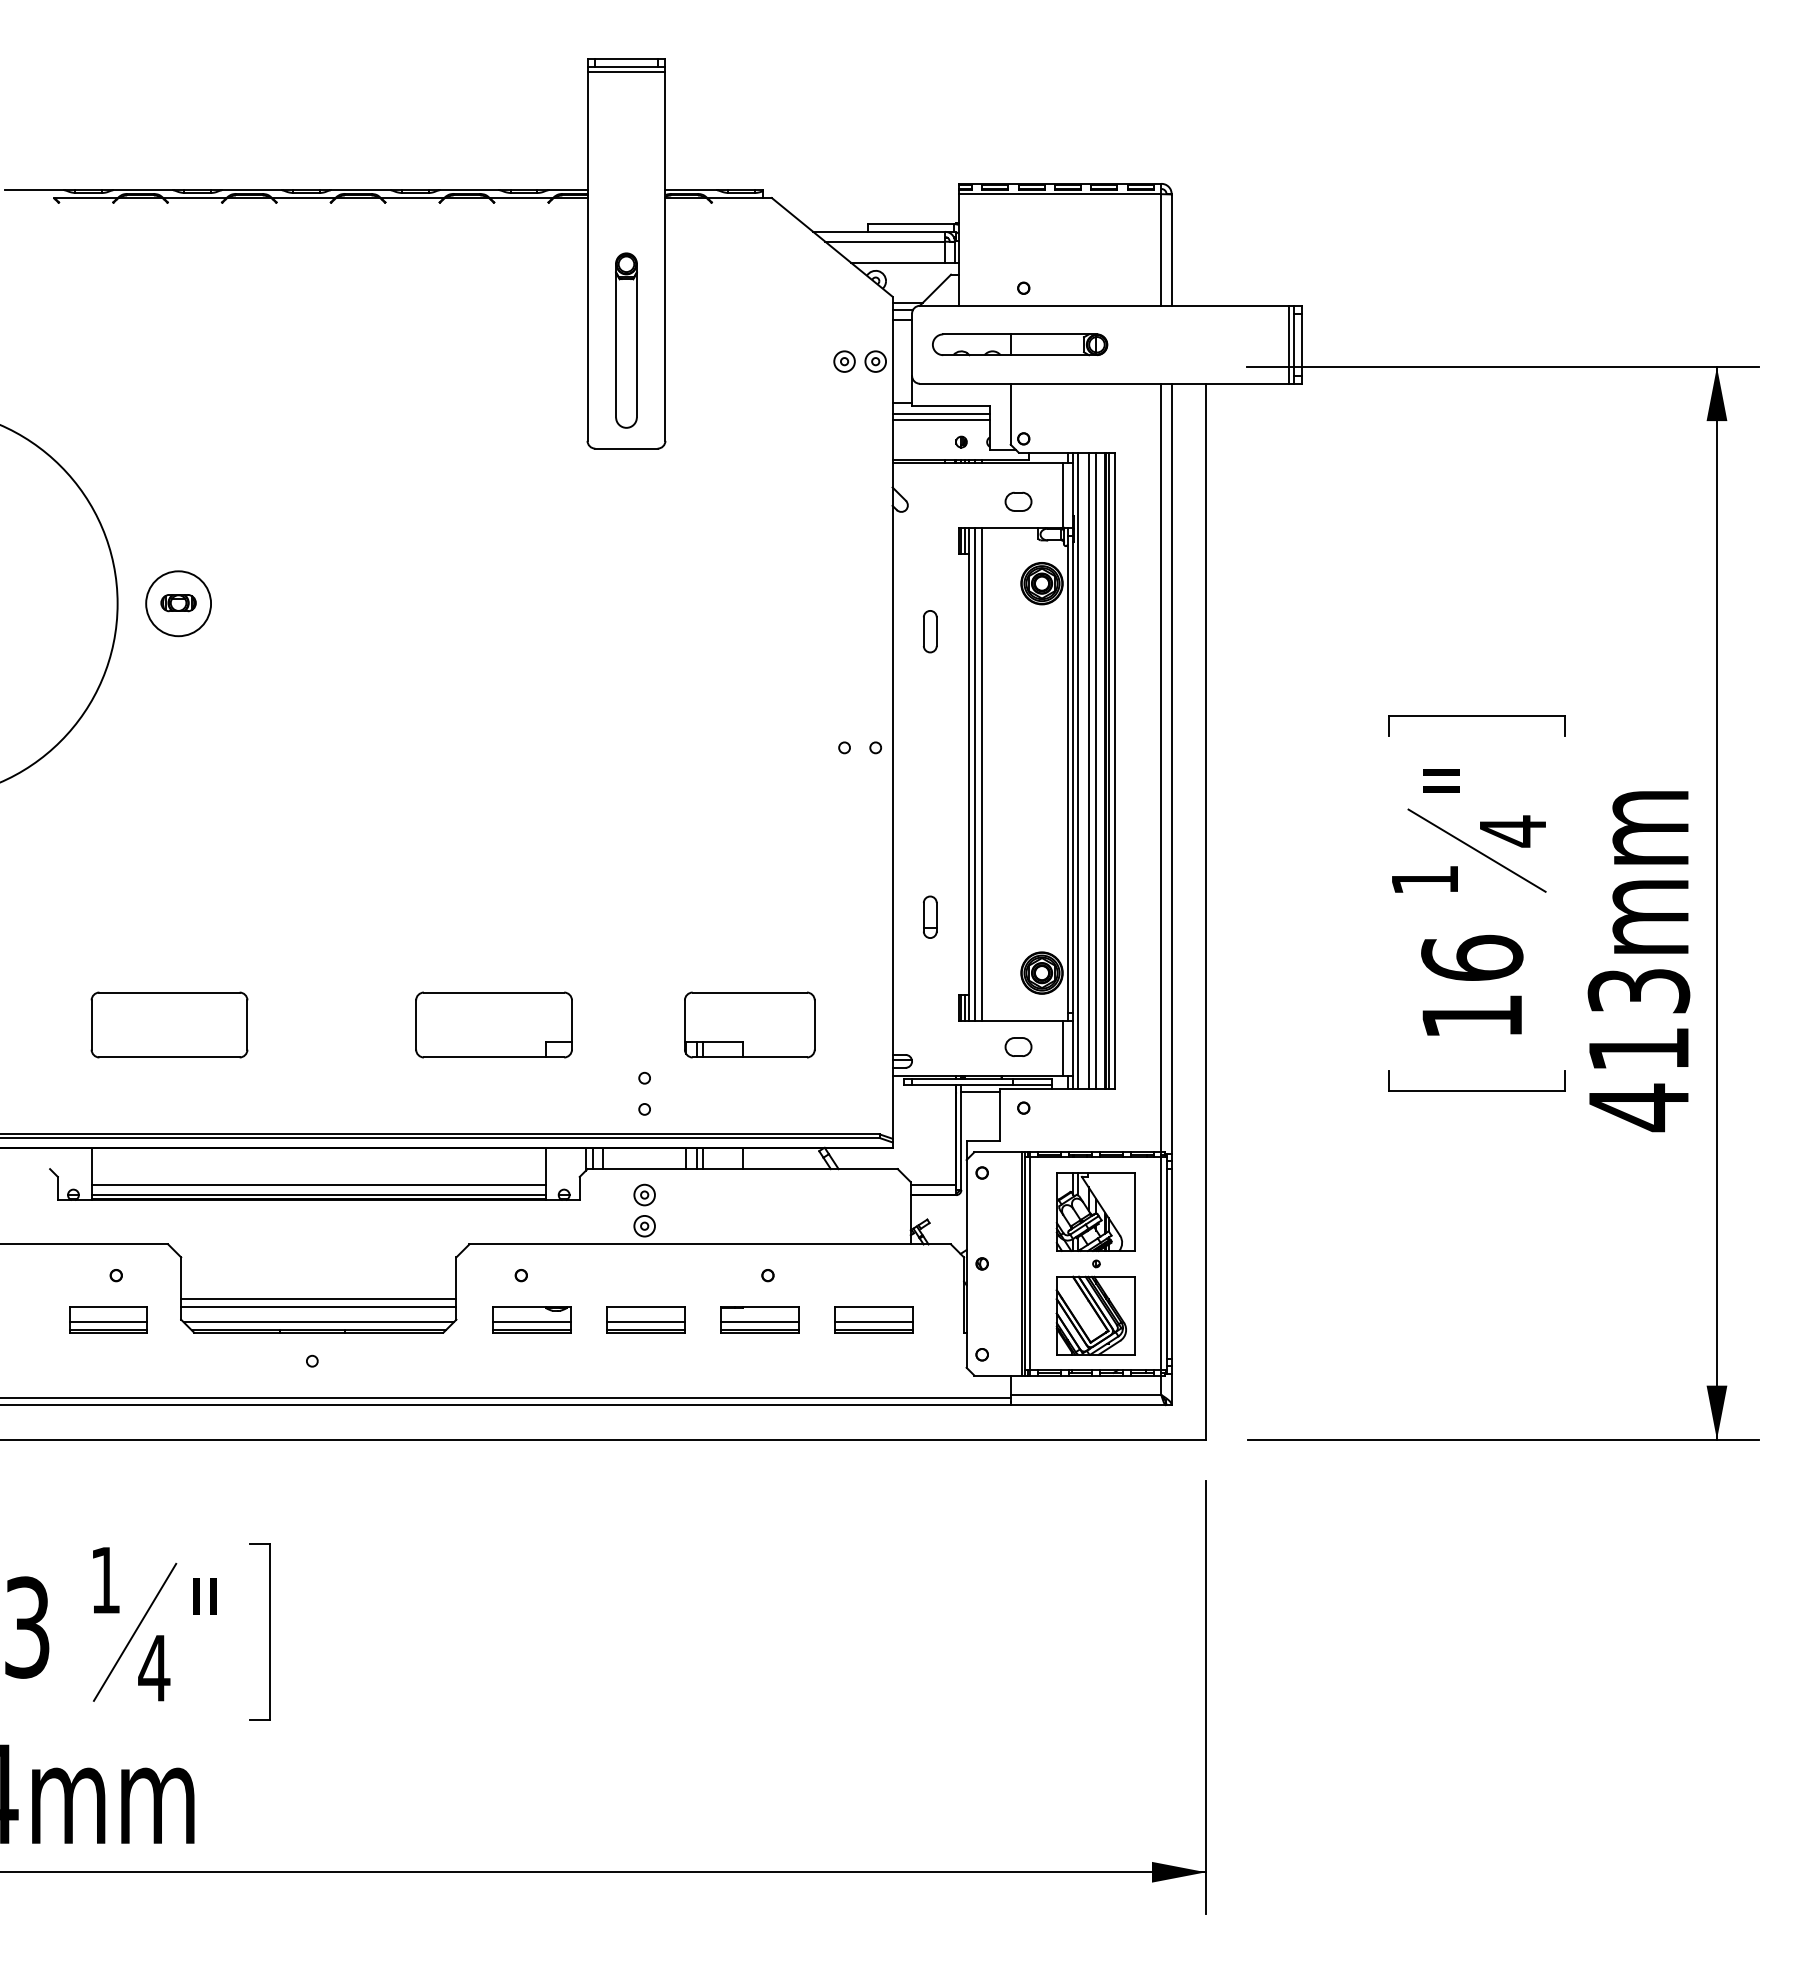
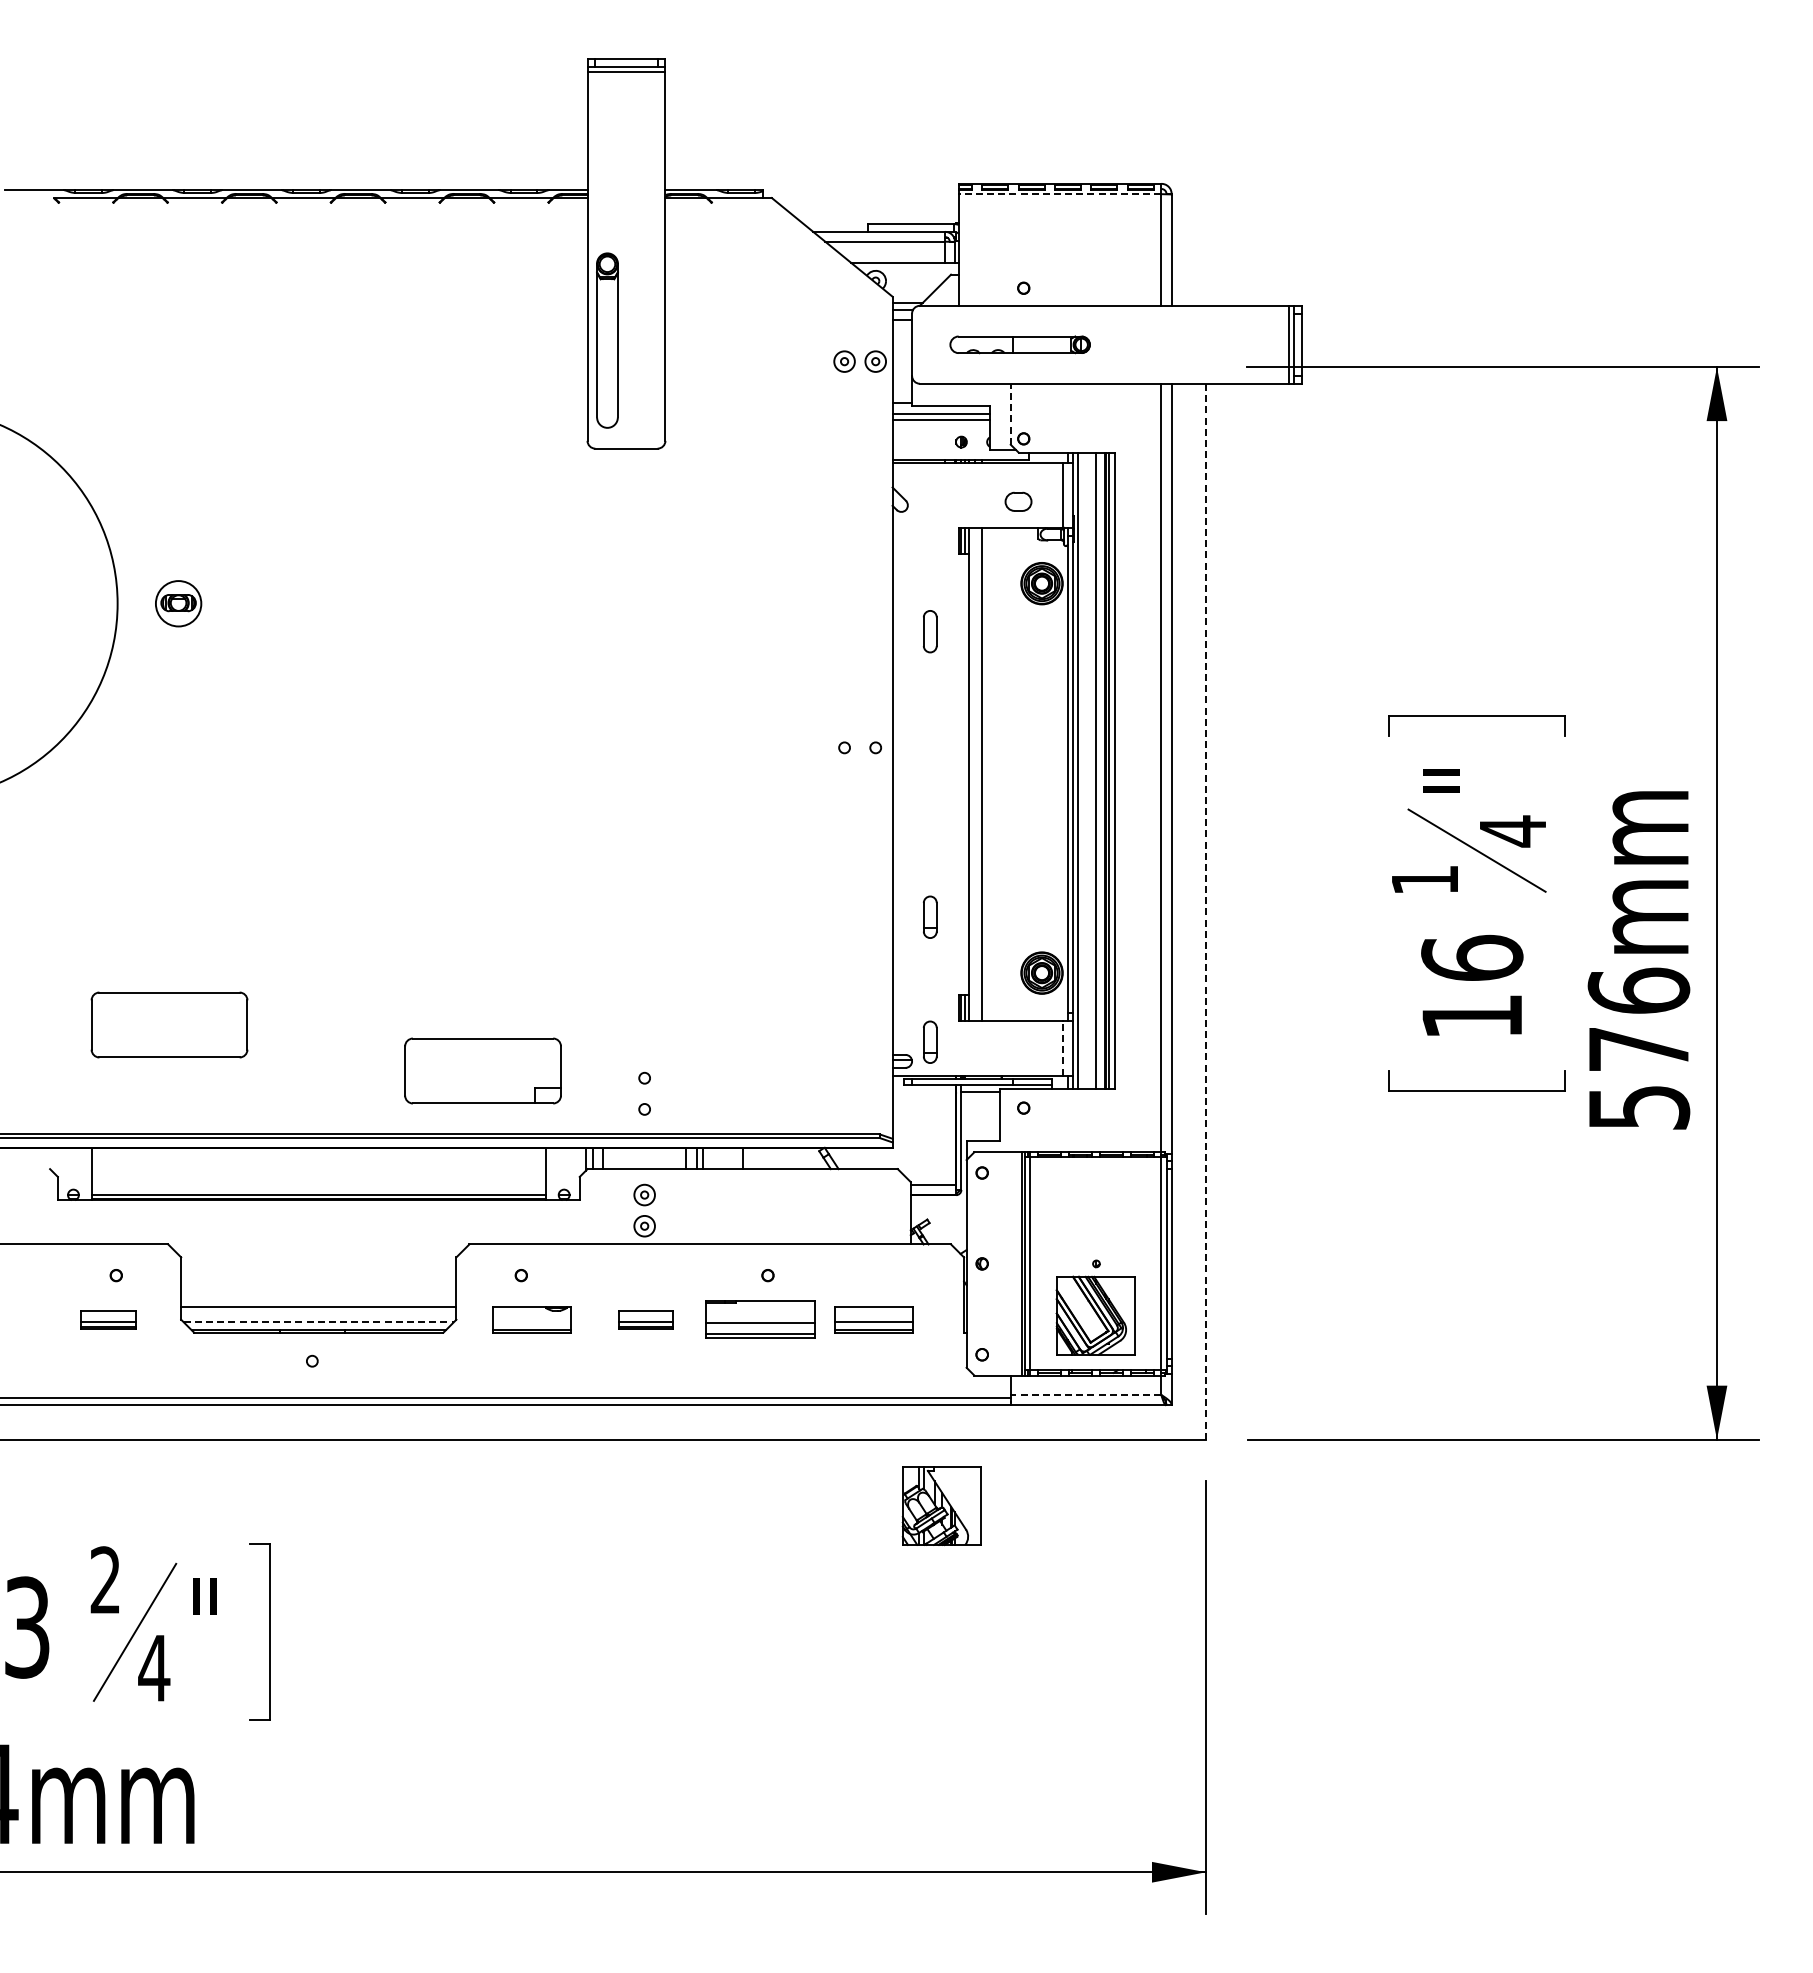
line at (1059, 194): solid -> dashed
part at (626, 340) position: (626, 340) -> (607, 340)
part at (1020, 344) size: 177x24 px -> 142x20 px
line at (1010, 414): solid -> dashed
circle at (178, 603) diameter: 65 px -> 45 px
line at (1088, 770): present -> none
line at (975, 774): present -> none
line at (1206, 911): solid -> dashed
part at (493, 1024) position: (493, 1024) -> (482, 1070)
part at (749, 1024): present -> none
part at (930, 1041): none -> present
part at (1018, 1046): present -> none
line at (1062, 1047): solid -> dashed
text at (1638, 1049): 413mm -> 576mm
line at (318, 1184): present -> none
part at (1095, 1211) position: (1095, 1211) -> (941, 1505)
line at (318, 1298): present -> none
part at (108, 1319) size: 79x28 px -> 57x20 px
part at (645, 1319) size: 80x28 px -> 56x20 px
part at (759, 1319) size: 80x28 px -> 111x39 px
line at (319, 1322): solid -> dashed
line at (531, 1322): present -> none
line at (1085, 1395): solid -> dashed
text at (104, 1579): 1 -> 2
